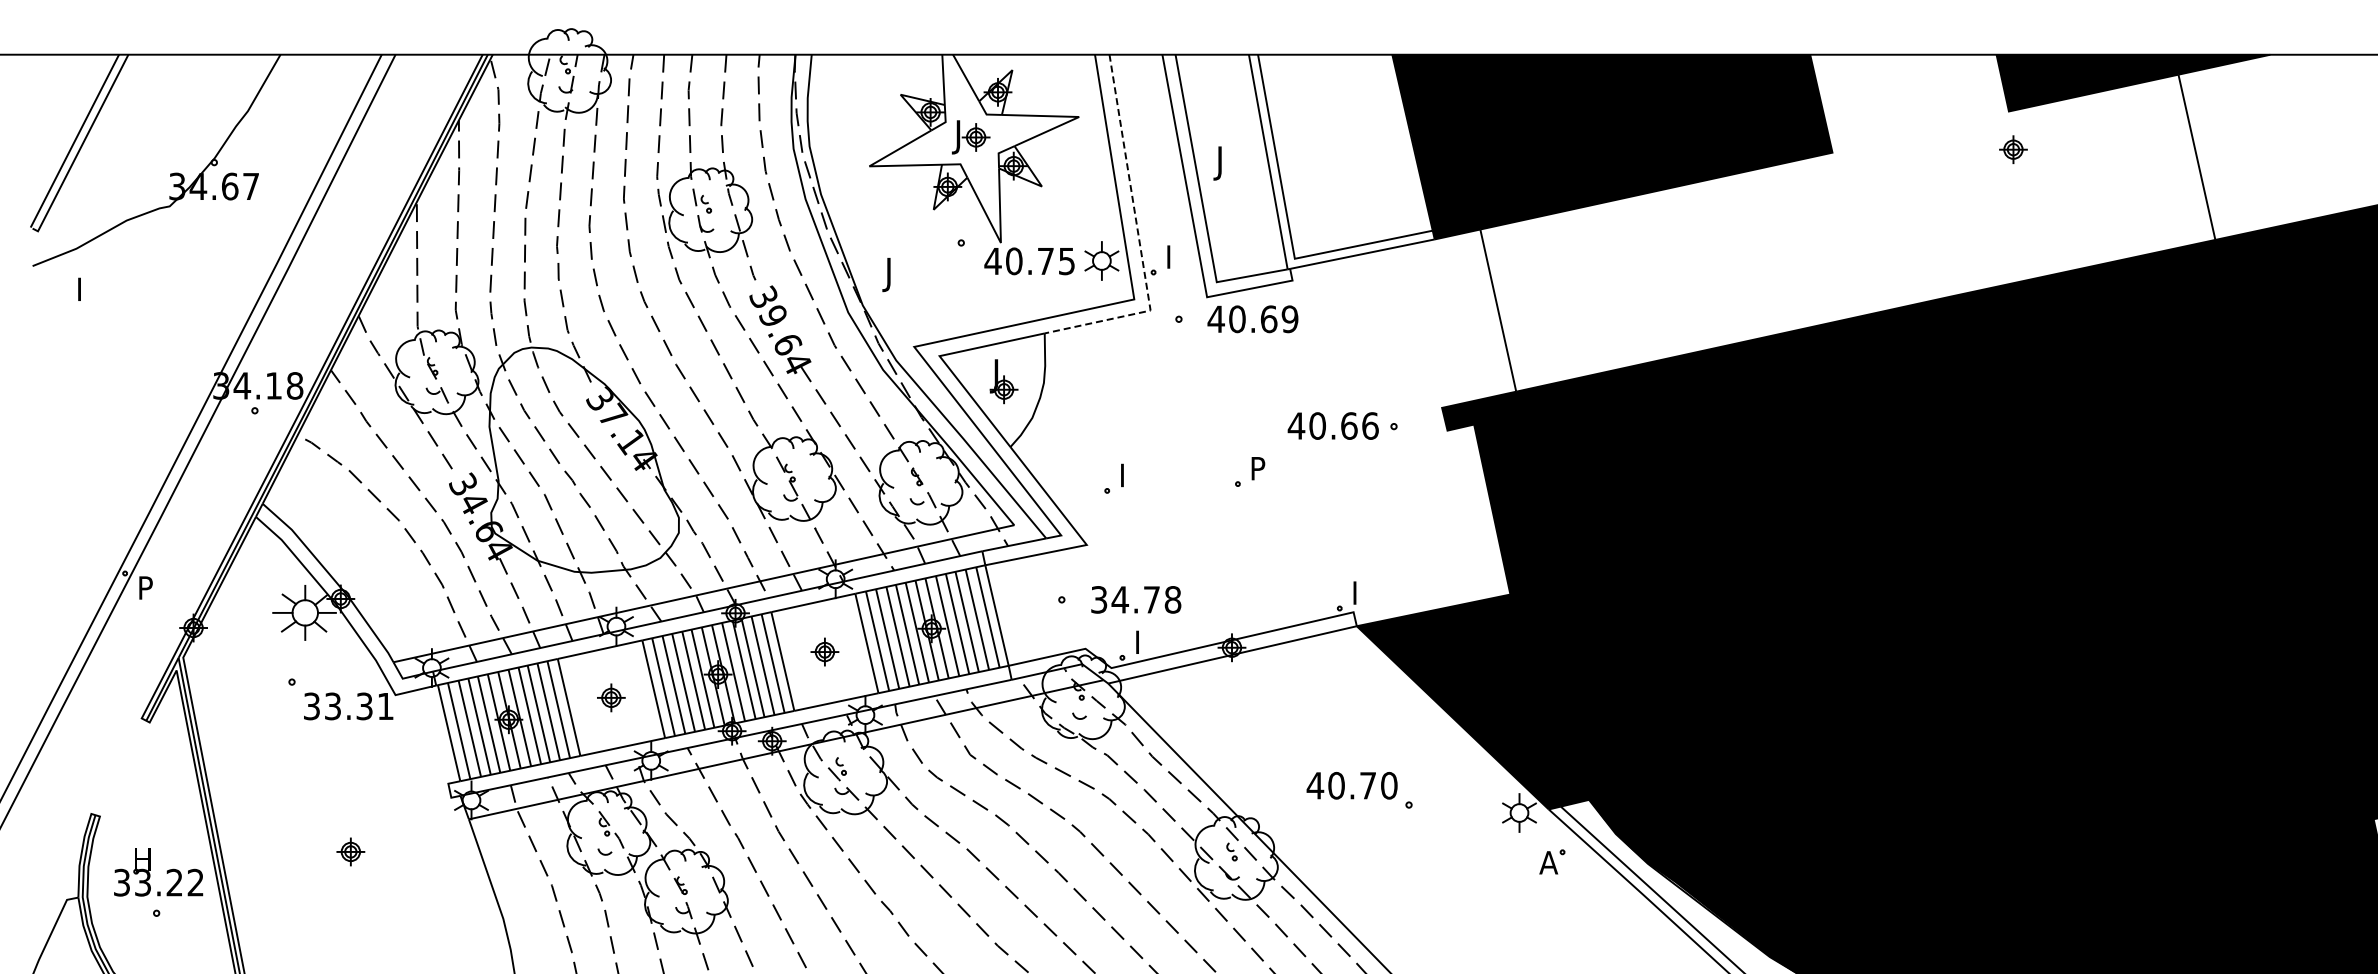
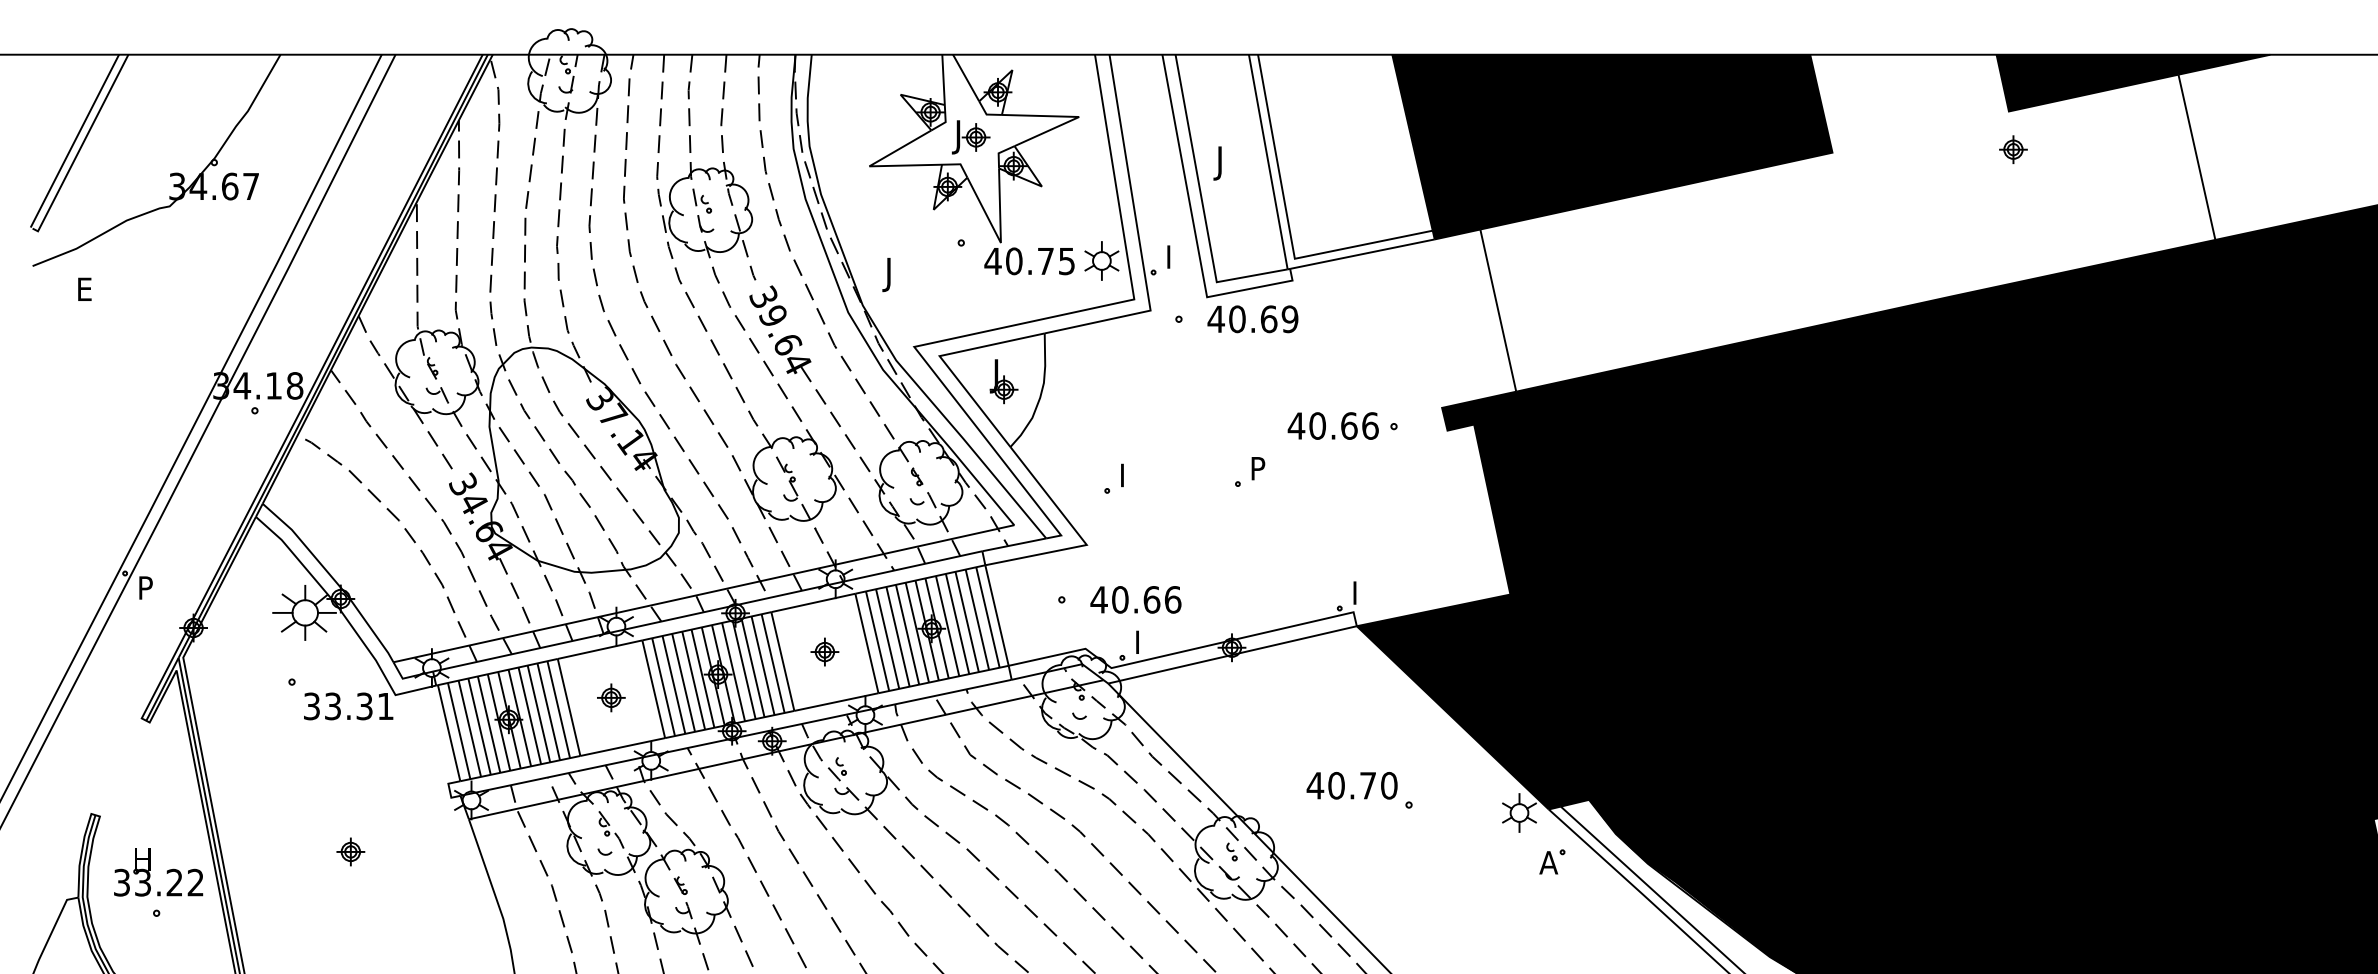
line at (1138, 236): dashed -> solid
text at (86, 288): I -> E
text at (1135, 599): 34.78 -> 40.66
